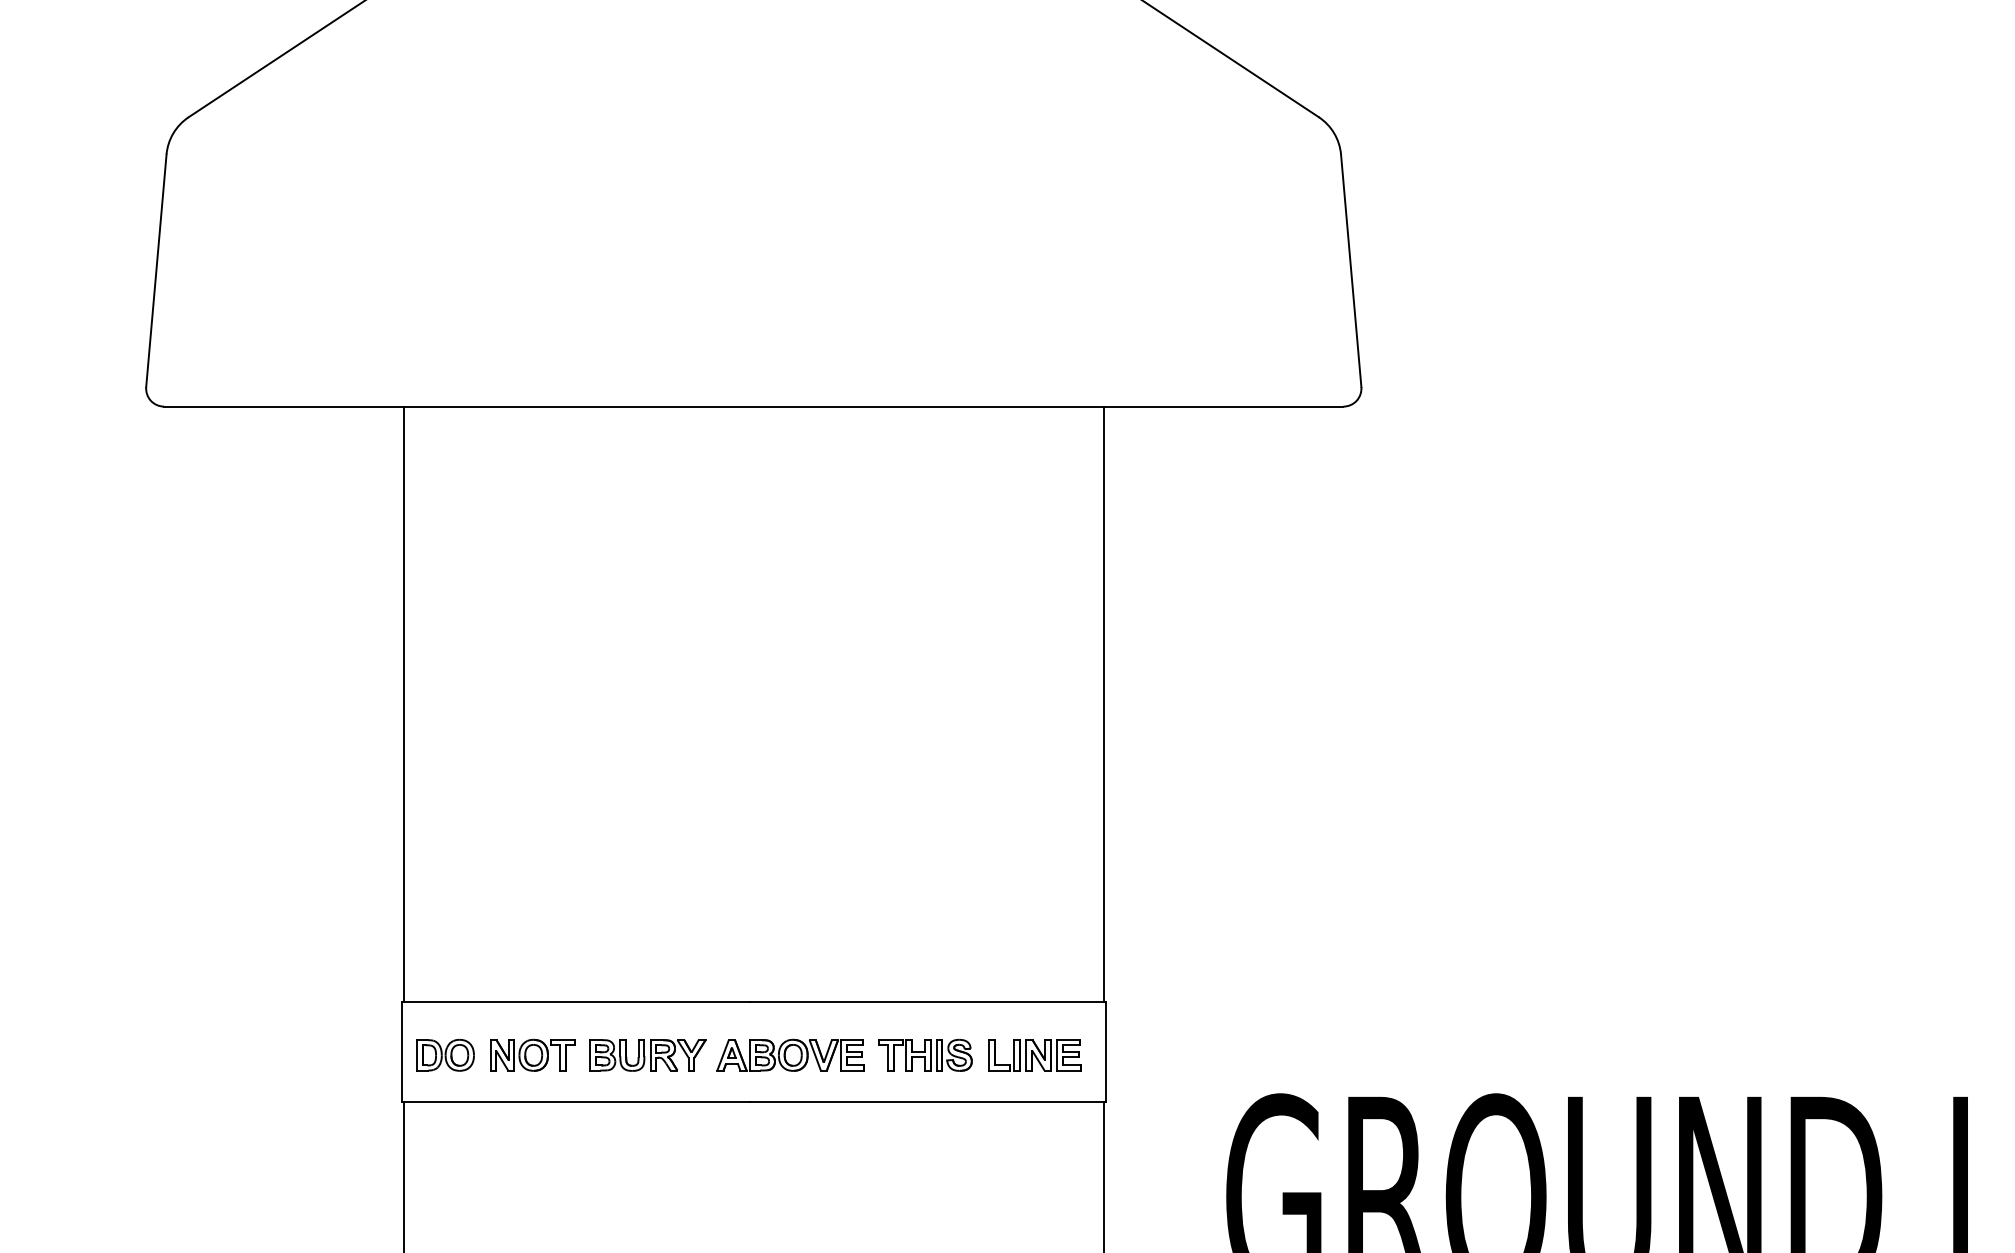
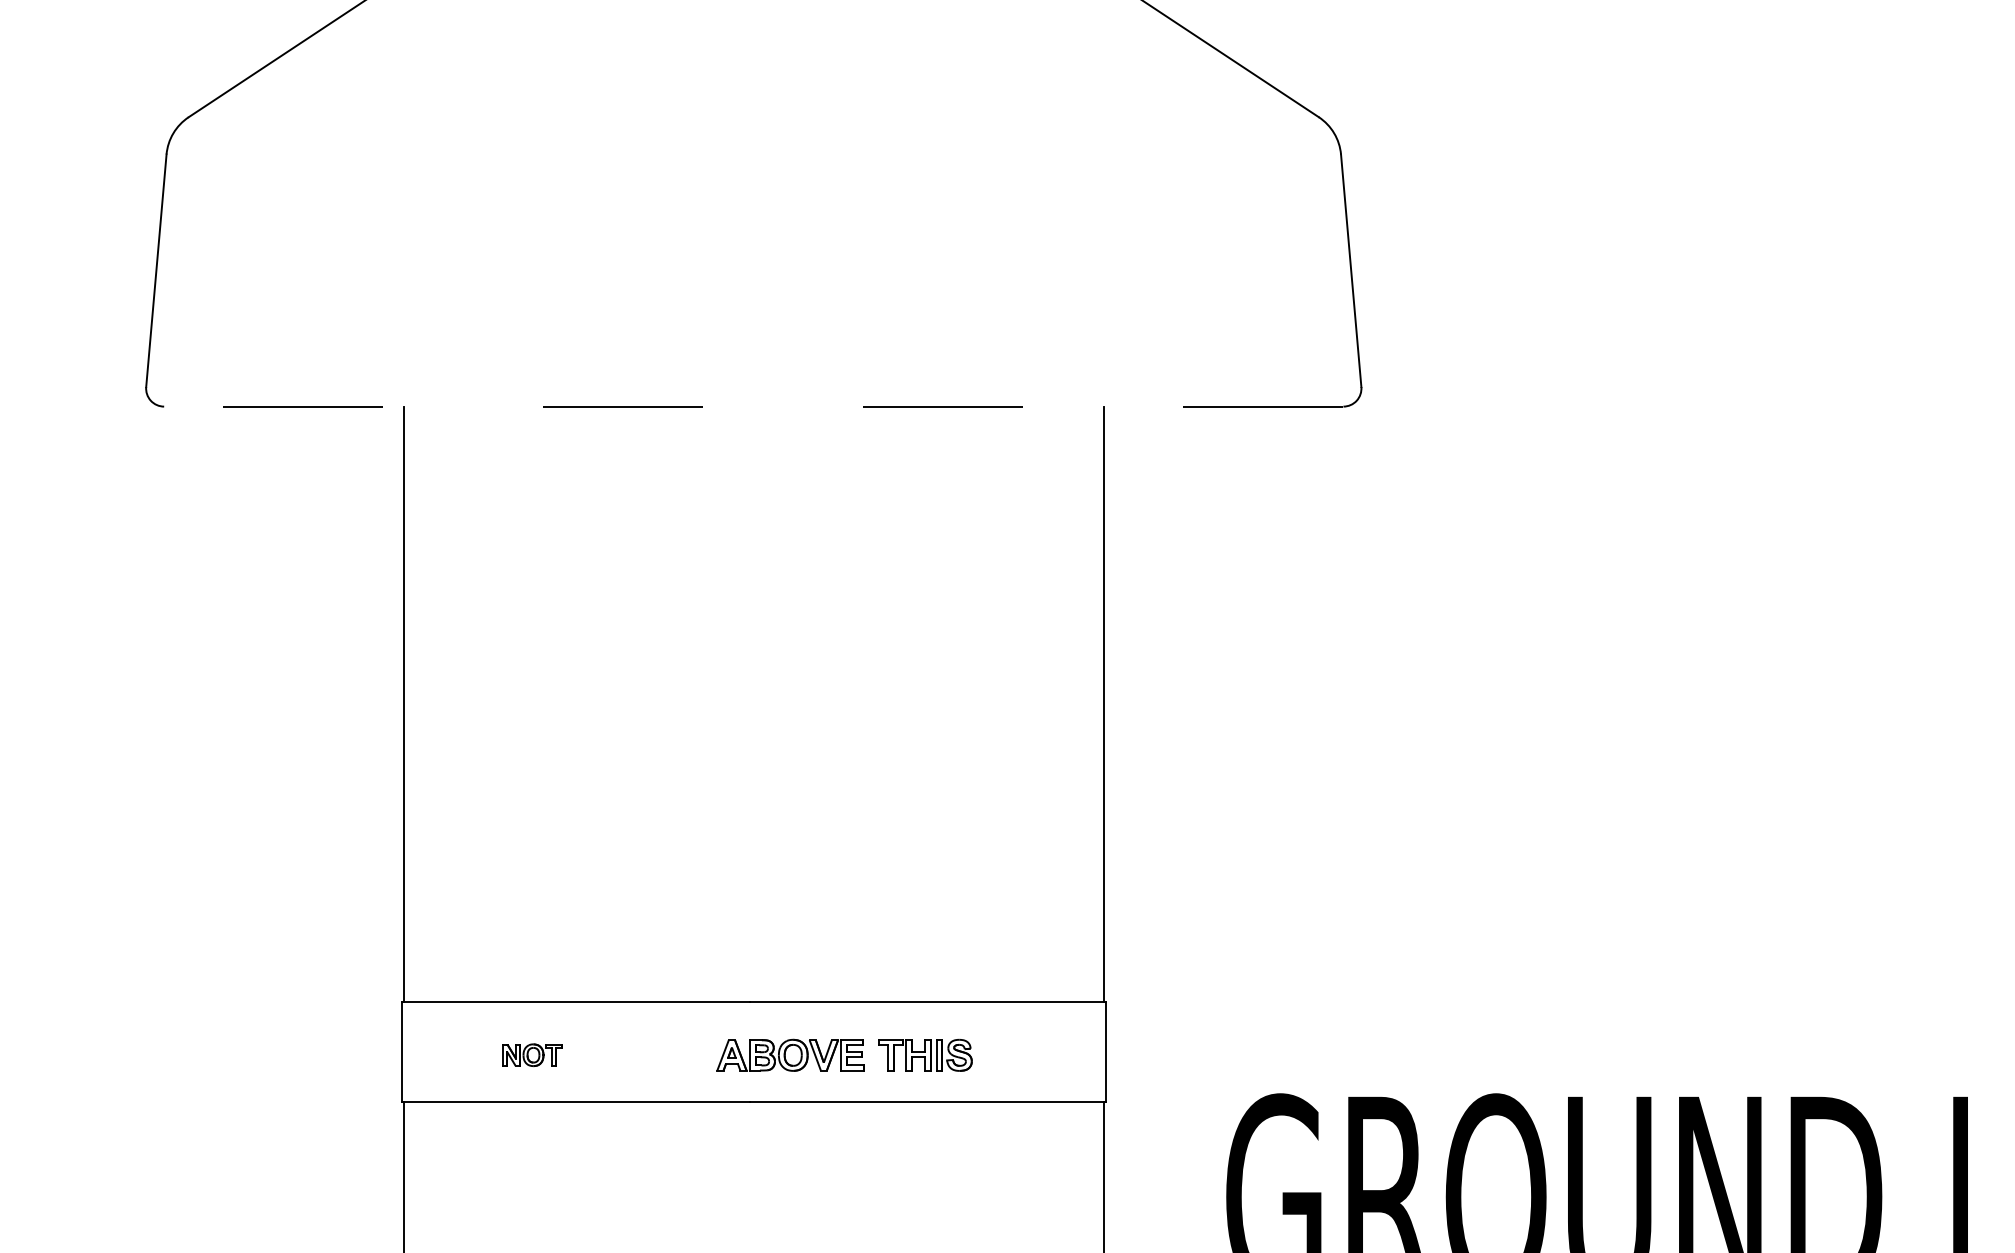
line at (753, 406): solid -> dashed
part at (445, 1054): present -> none
part at (532, 1054) size: 86x34 px -> 61x25 px
part at (647, 1055): present -> none
part at (1034, 1055): present -> none
